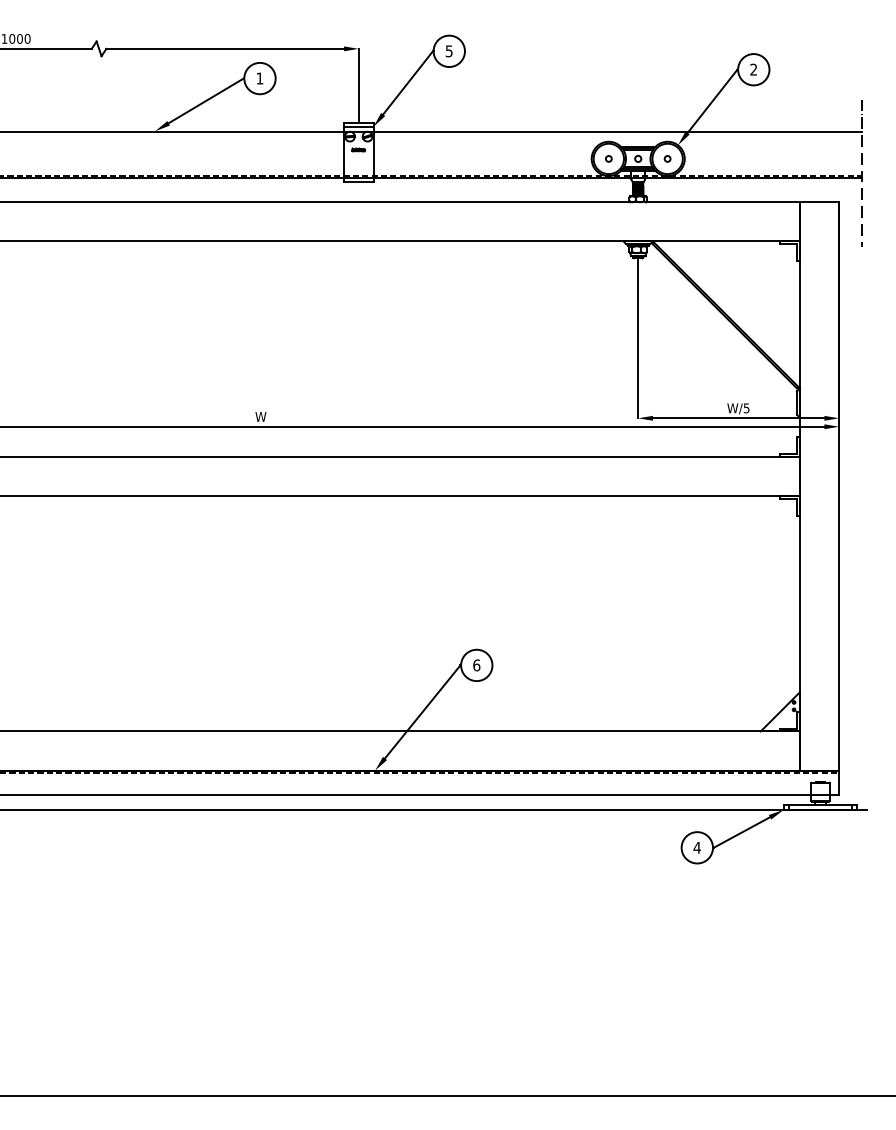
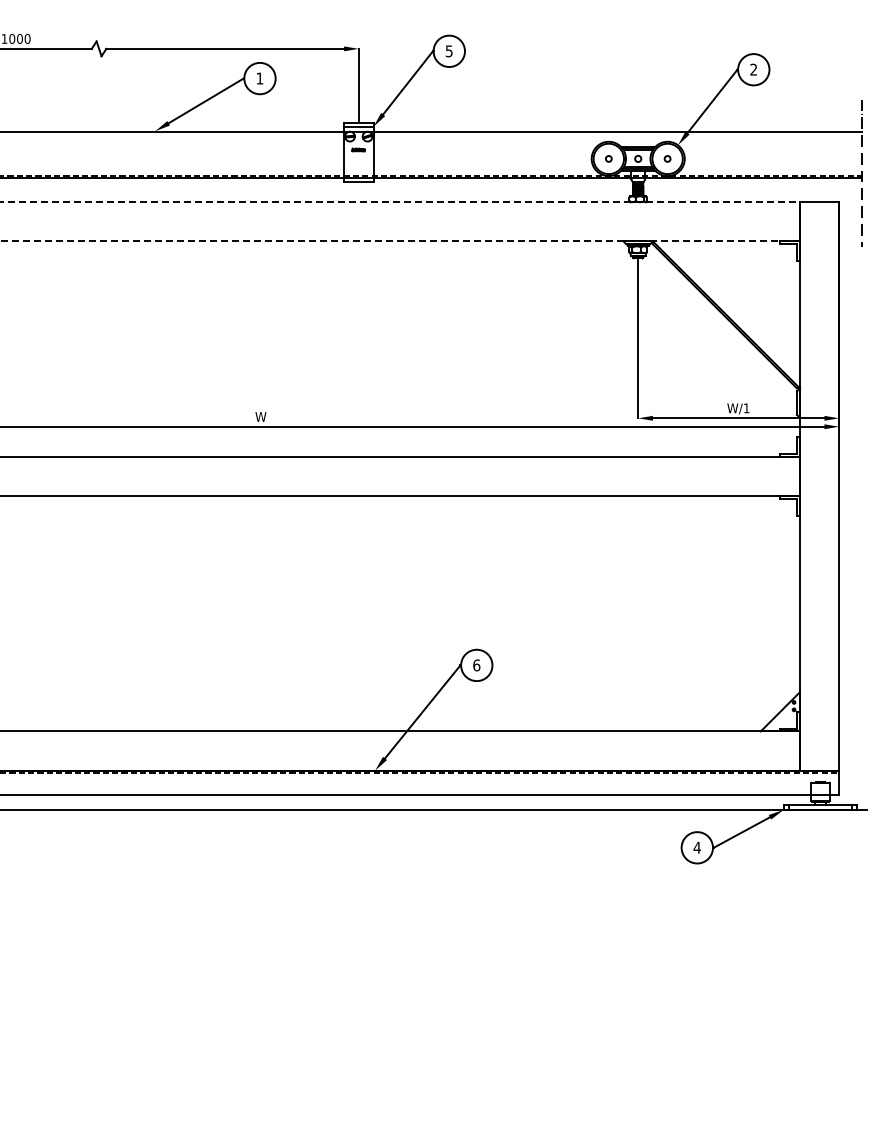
line at (400, 202): solid -> dashed
line at (399, 241): solid -> dashed
text at (746, 408): W/5 -> W/1
line at (447, 1096): present -> none
